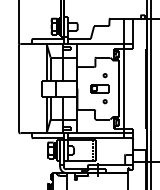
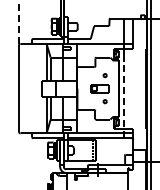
line at (19, 22): solid -> dashed
line at (123, 99): solid -> dashed
